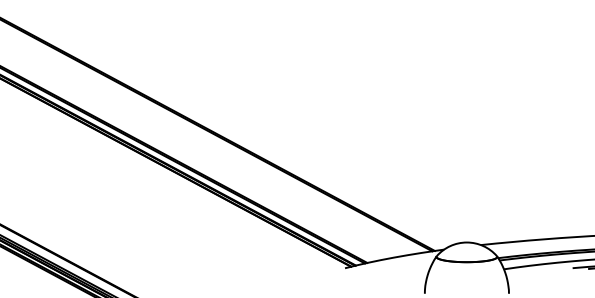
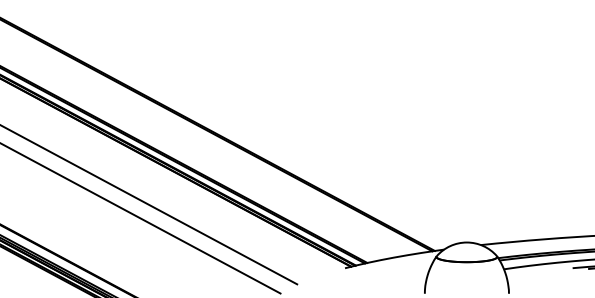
line at (149, 205): none -> present
line at (141, 218): none -> present
